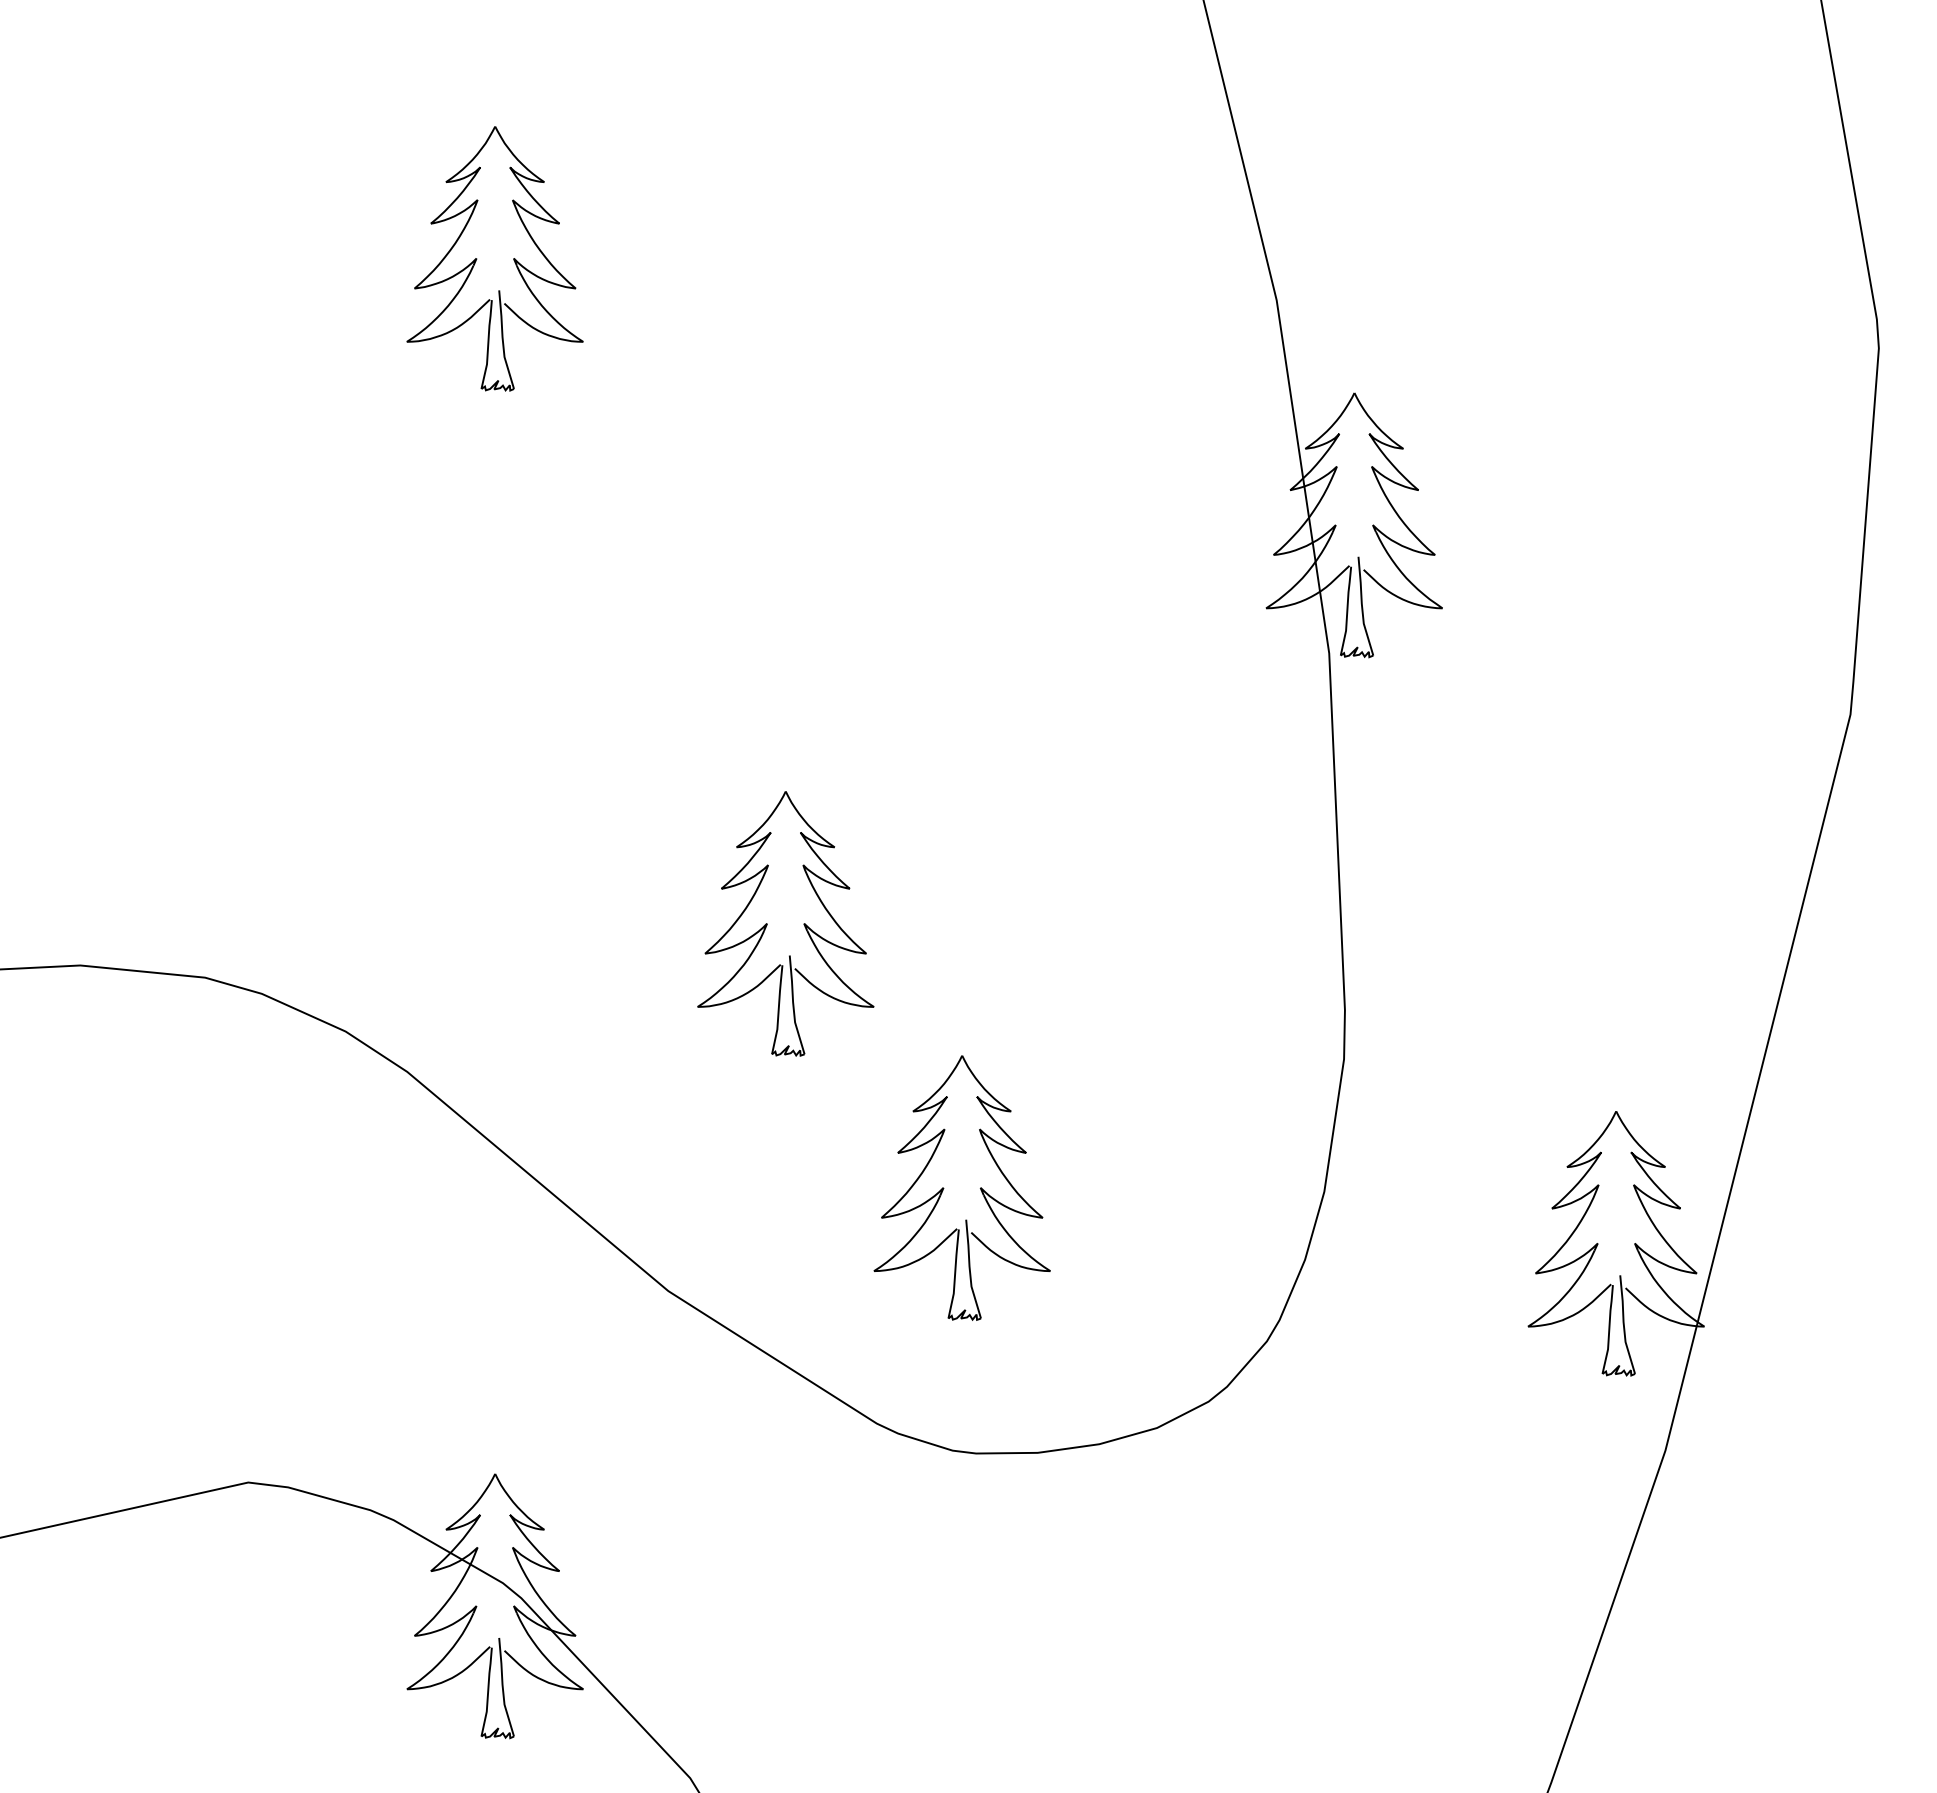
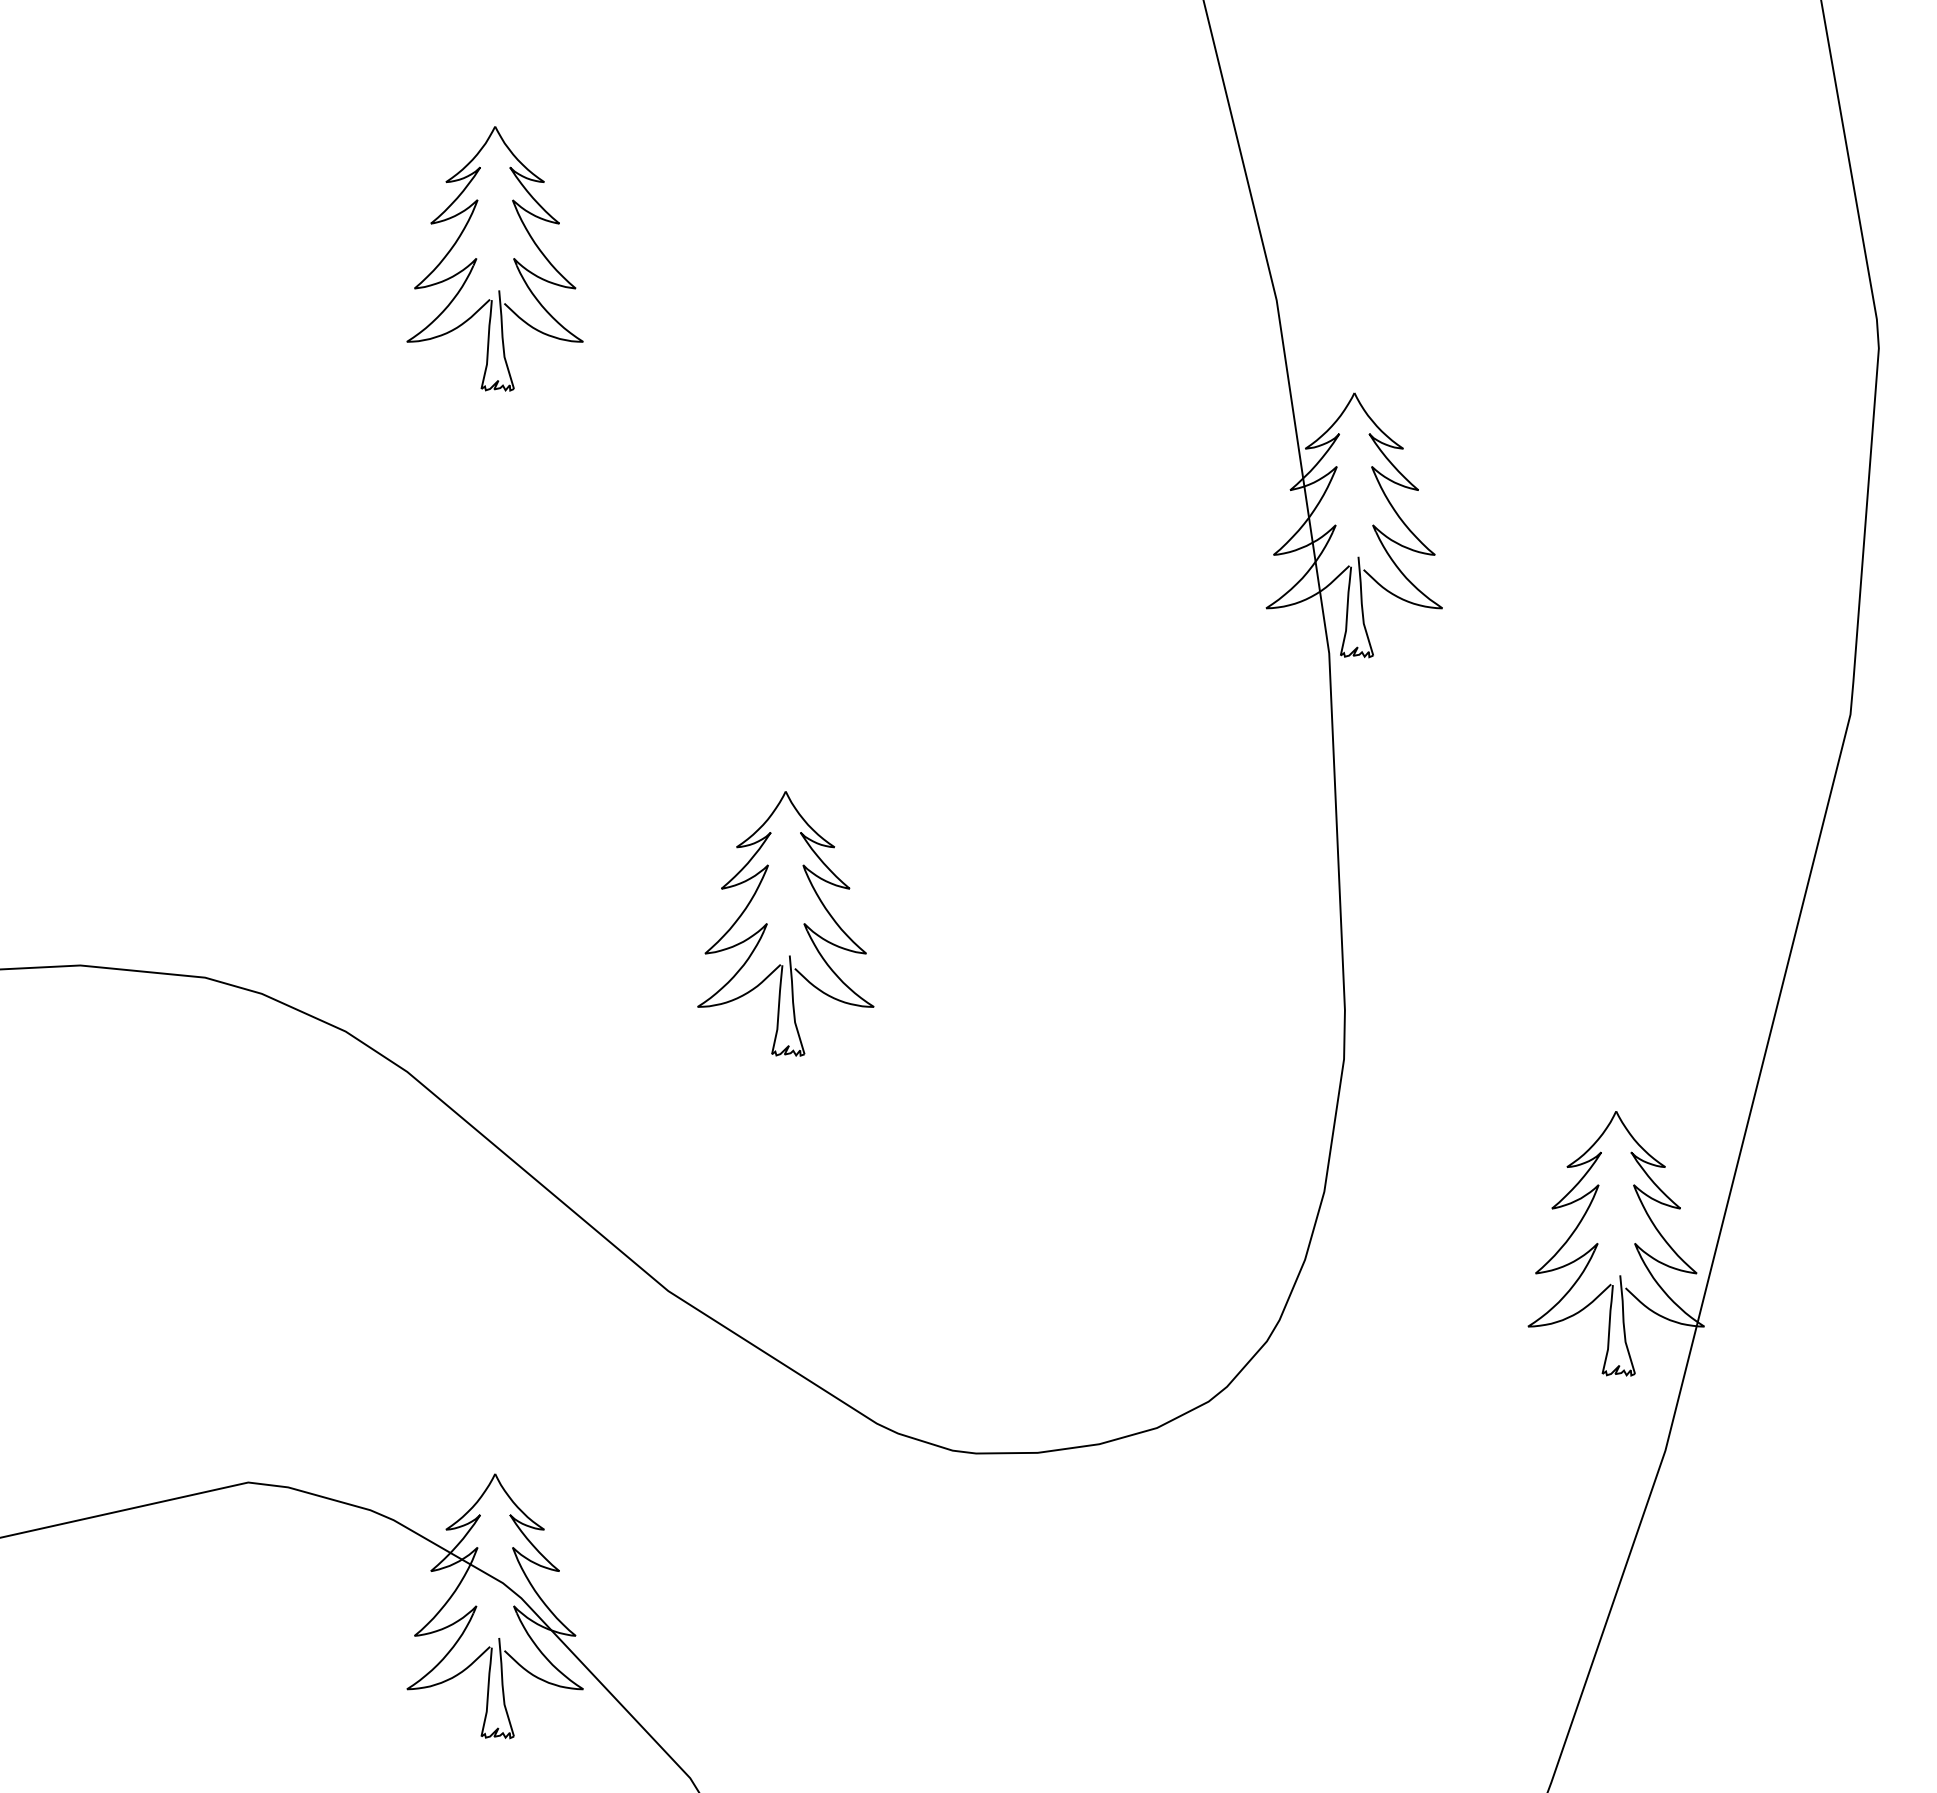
part at (944, 1188): present -> none
